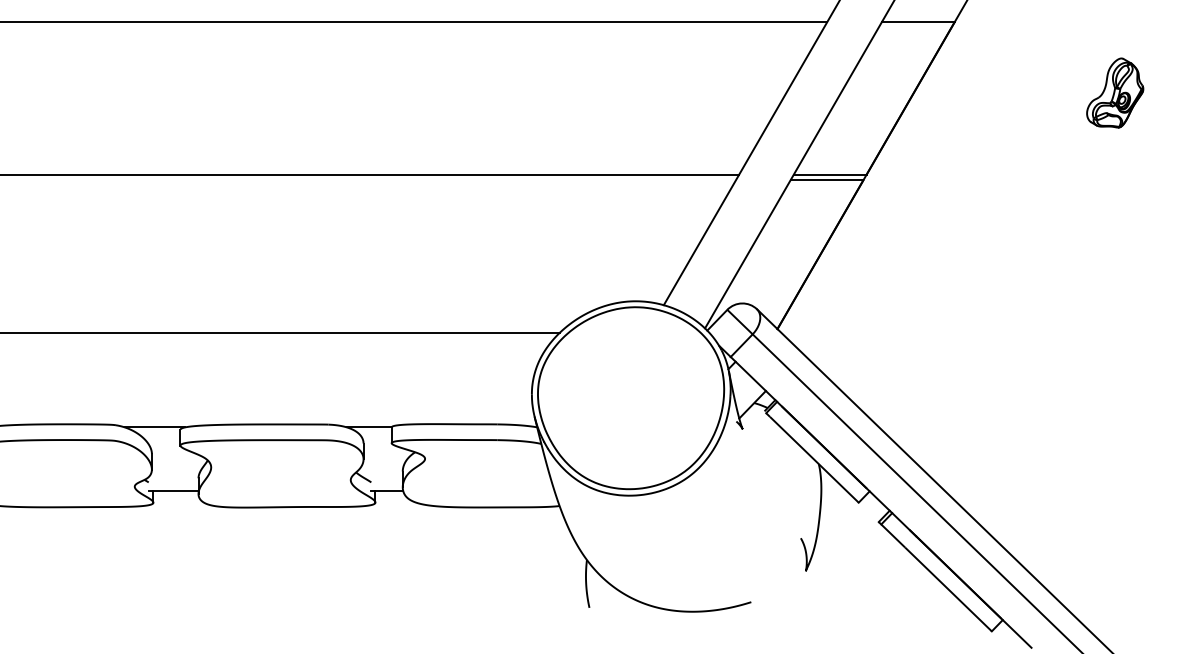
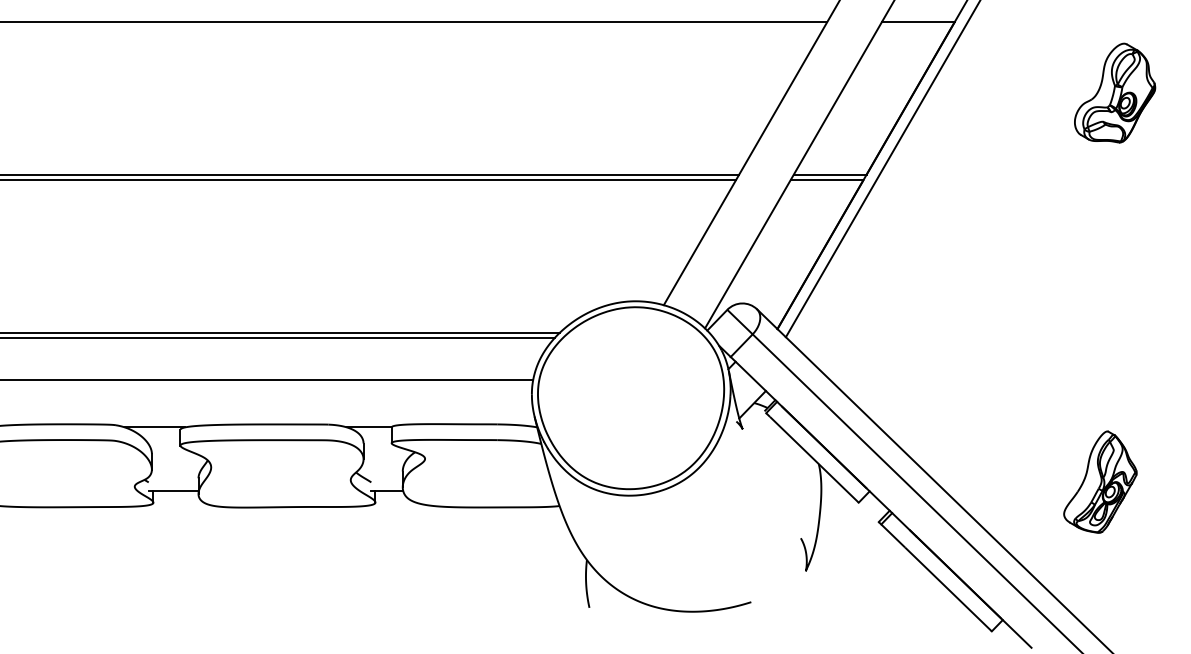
part at (1115, 92) size: 59x72 px -> 83x102 px
line at (882, 169): none -> present
line at (368, 180): none -> present
line at (278, 338): none -> present
line at (267, 380): none -> present
part at (1100, 481): none -> present
